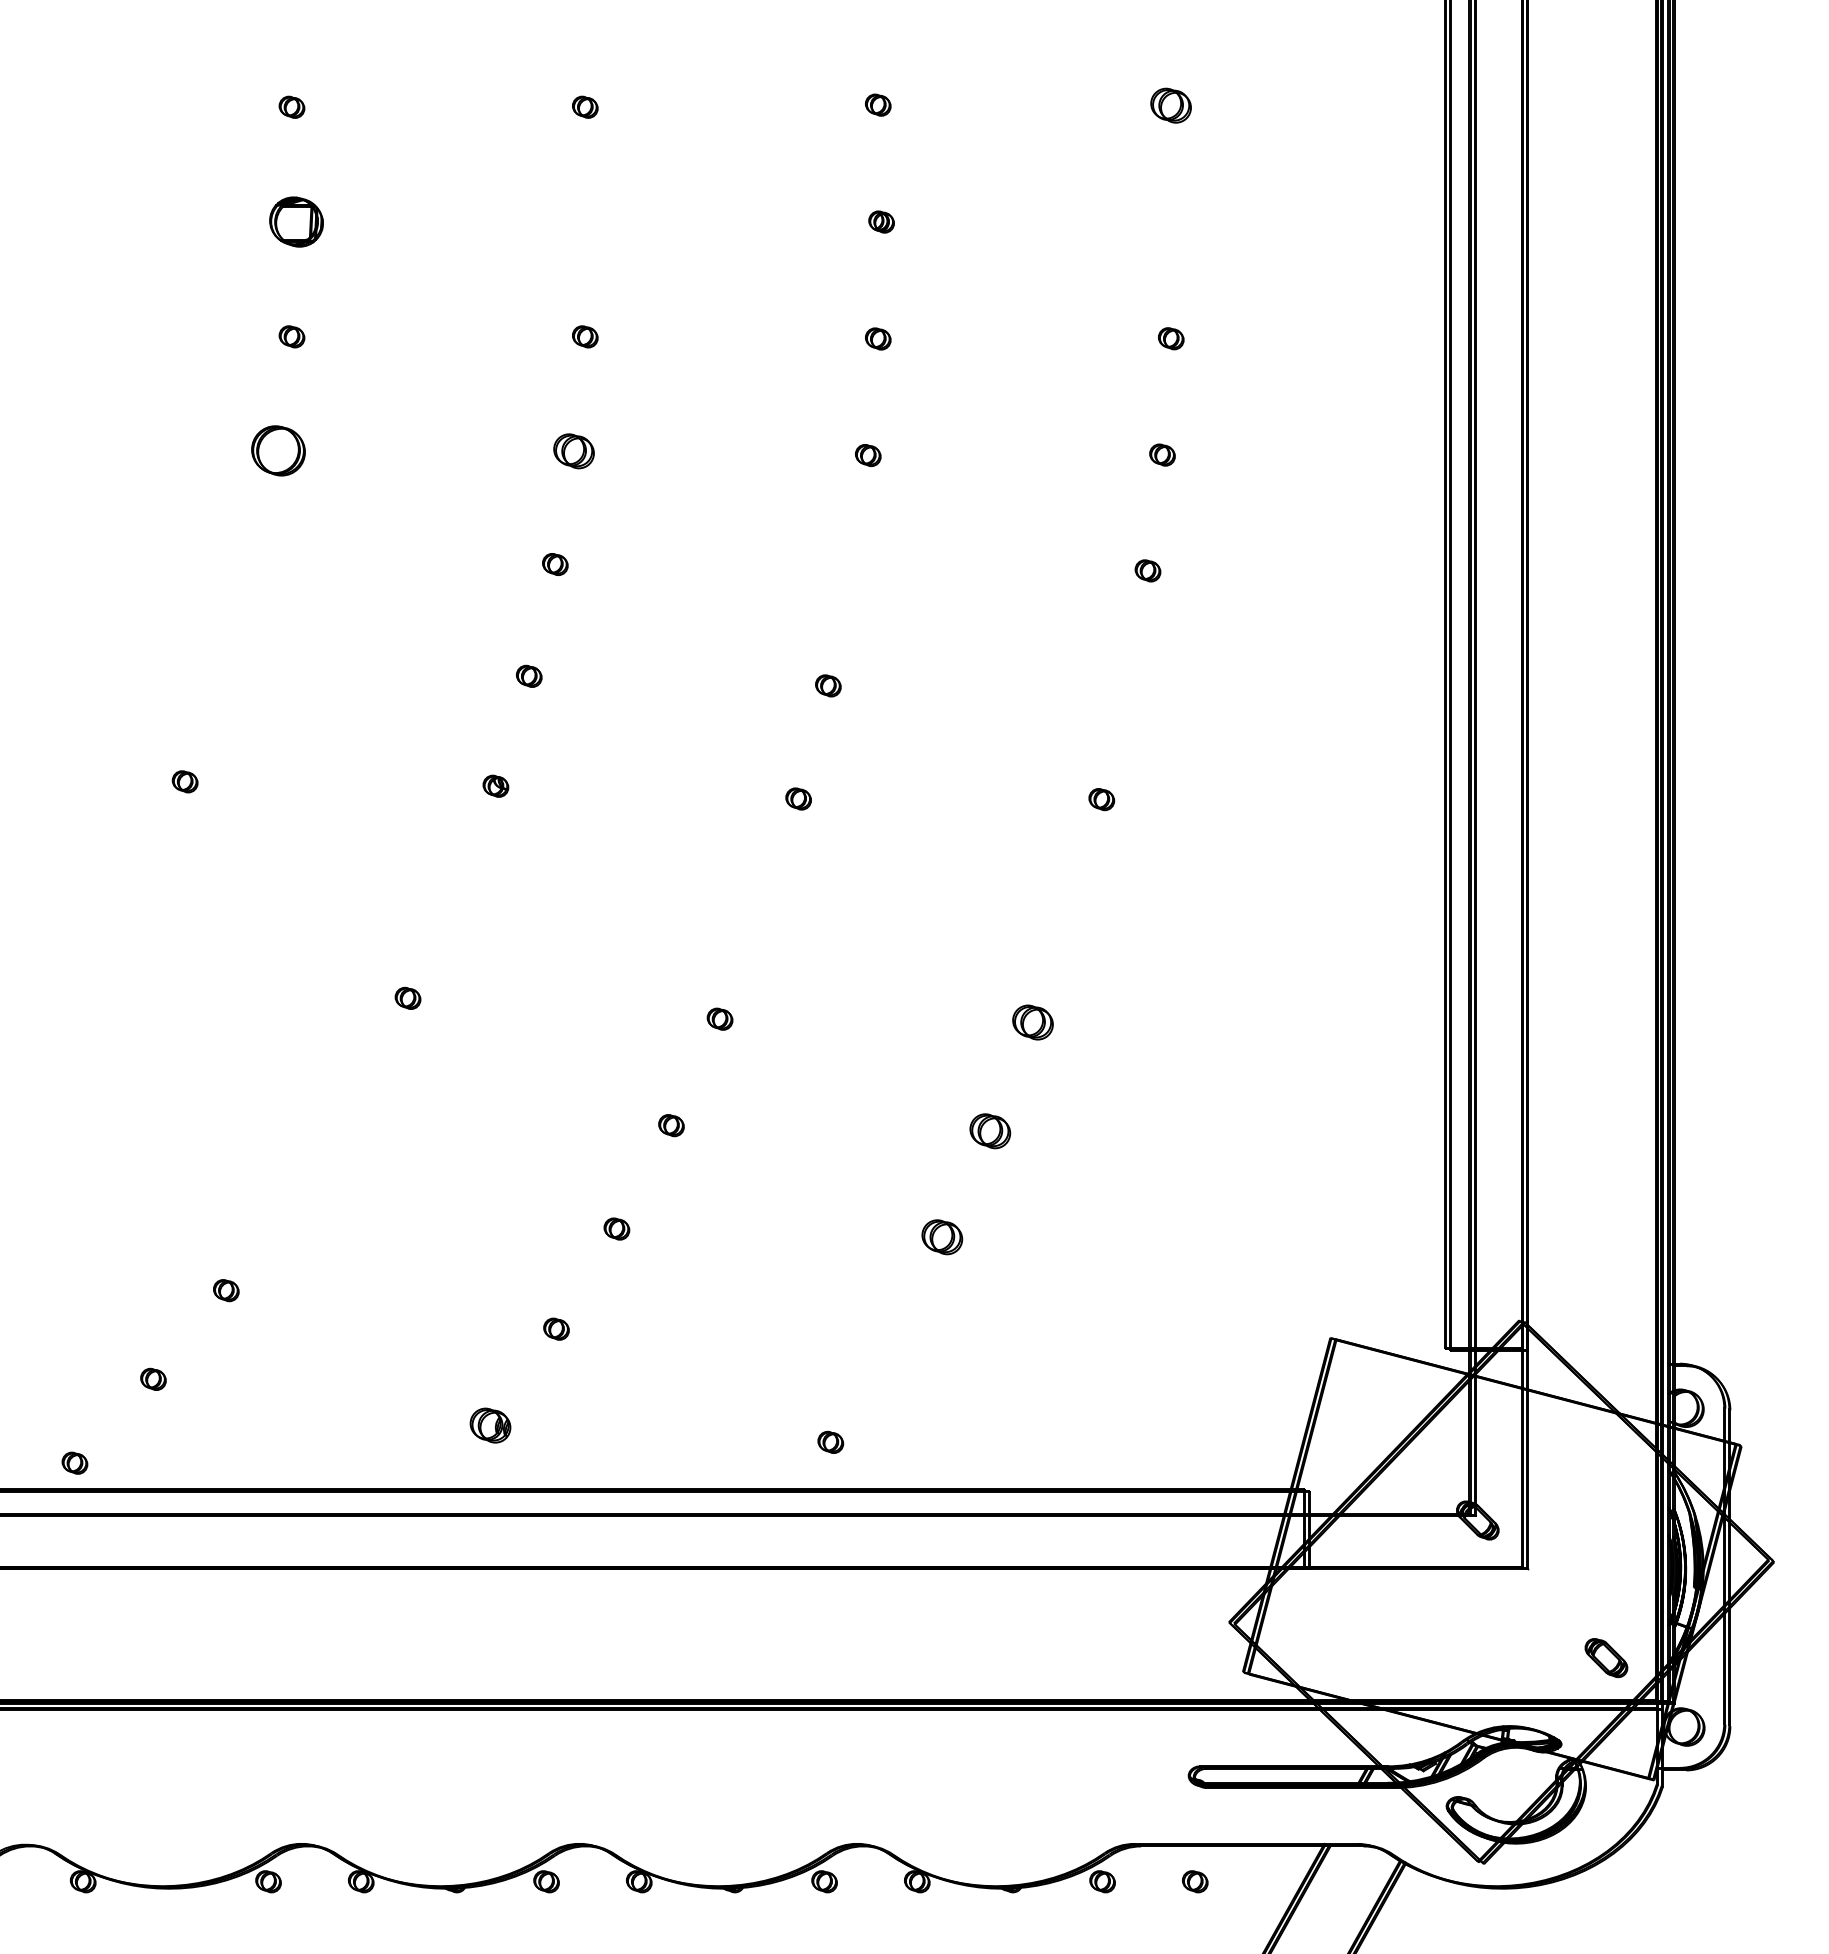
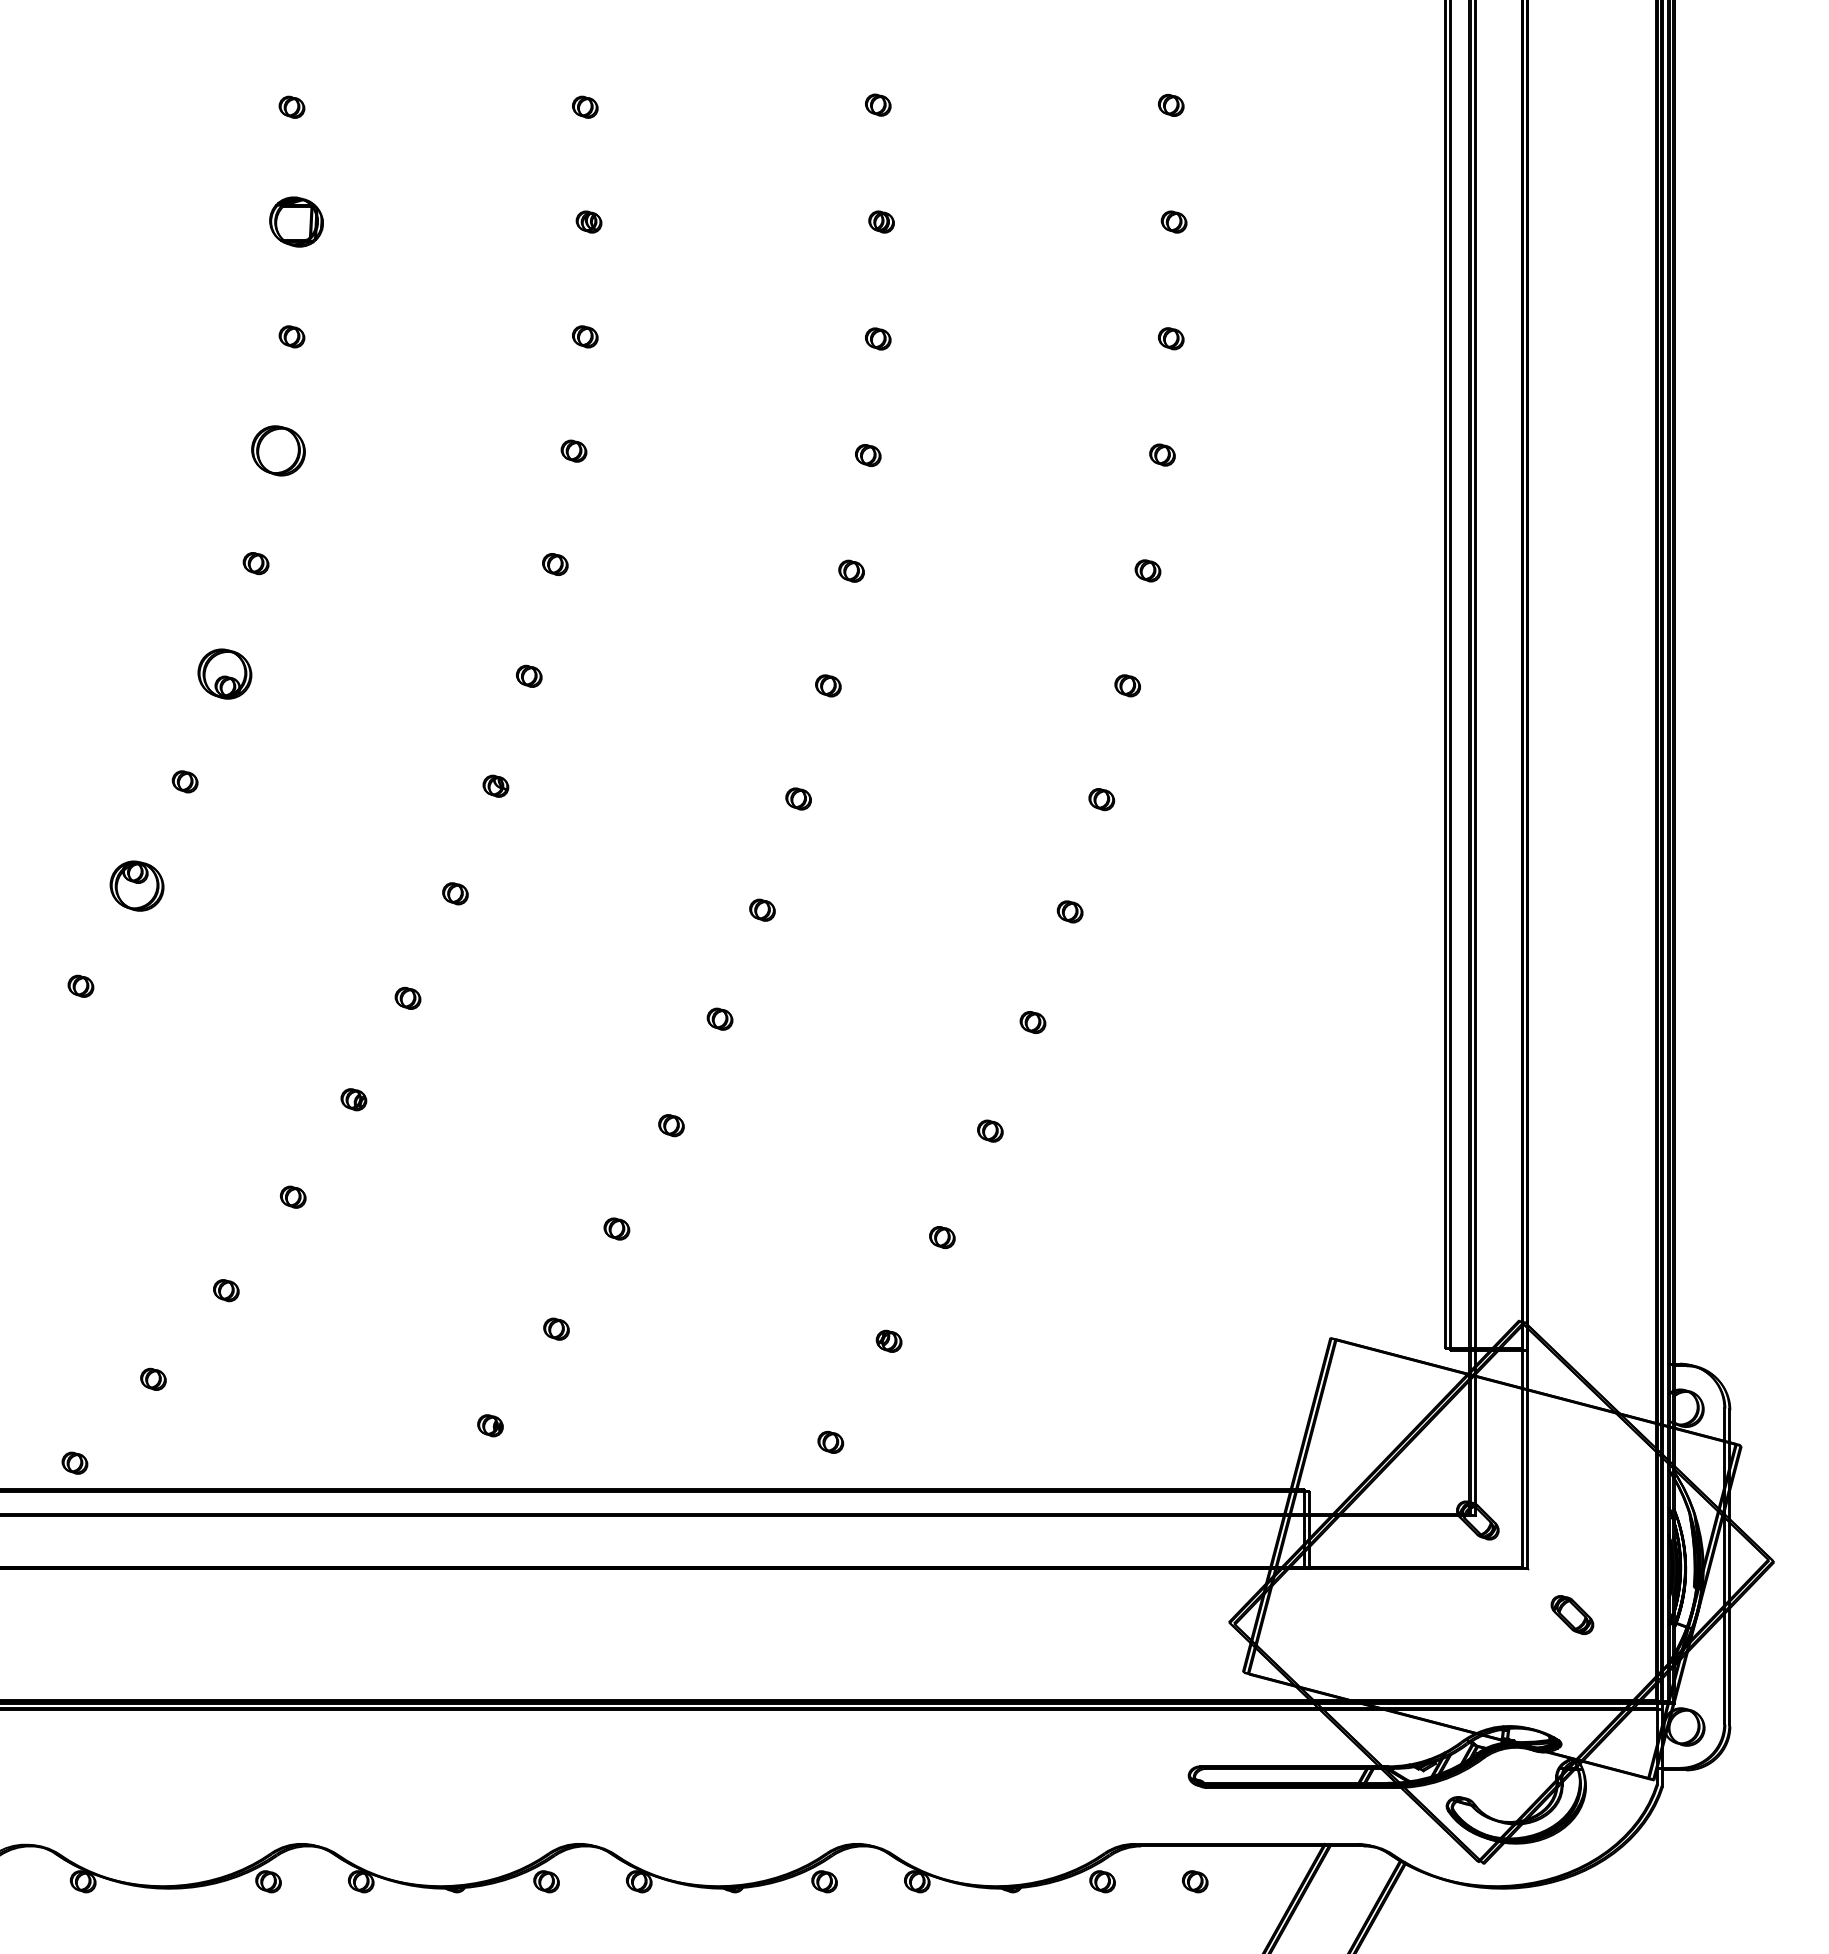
part at (1170, 105) size: 42x37 px -> 27x24 px
part at (588, 221): none -> present
part at (1173, 221): none -> present
part at (573, 451) size: 42x37 px -> 28x24 px
part at (255, 563): none -> present
part at (851, 570): none -> present
part at (224, 673): none -> present
part at (1127, 685): none -> present
part at (136, 885): none -> present
part at (455, 893): none -> present
part at (762, 909): none -> present
part at (1069, 911): none -> present
part at (80, 985): none -> present
part at (1032, 1022) size: 42x37 px -> 28x23 px
part at (353, 1099): none -> present
part at (990, 1131) size: 43x37 px -> 27x24 px
part at (293, 1196): none -> present
part at (942, 1237) size: 43x37 px -> 27x24 px
part at (888, 1340): none -> present
part at (490, 1425) size: 43x37 px -> 27x24 px
part at (1606, 1657) position: (1606, 1657) -> (1572, 1614)
